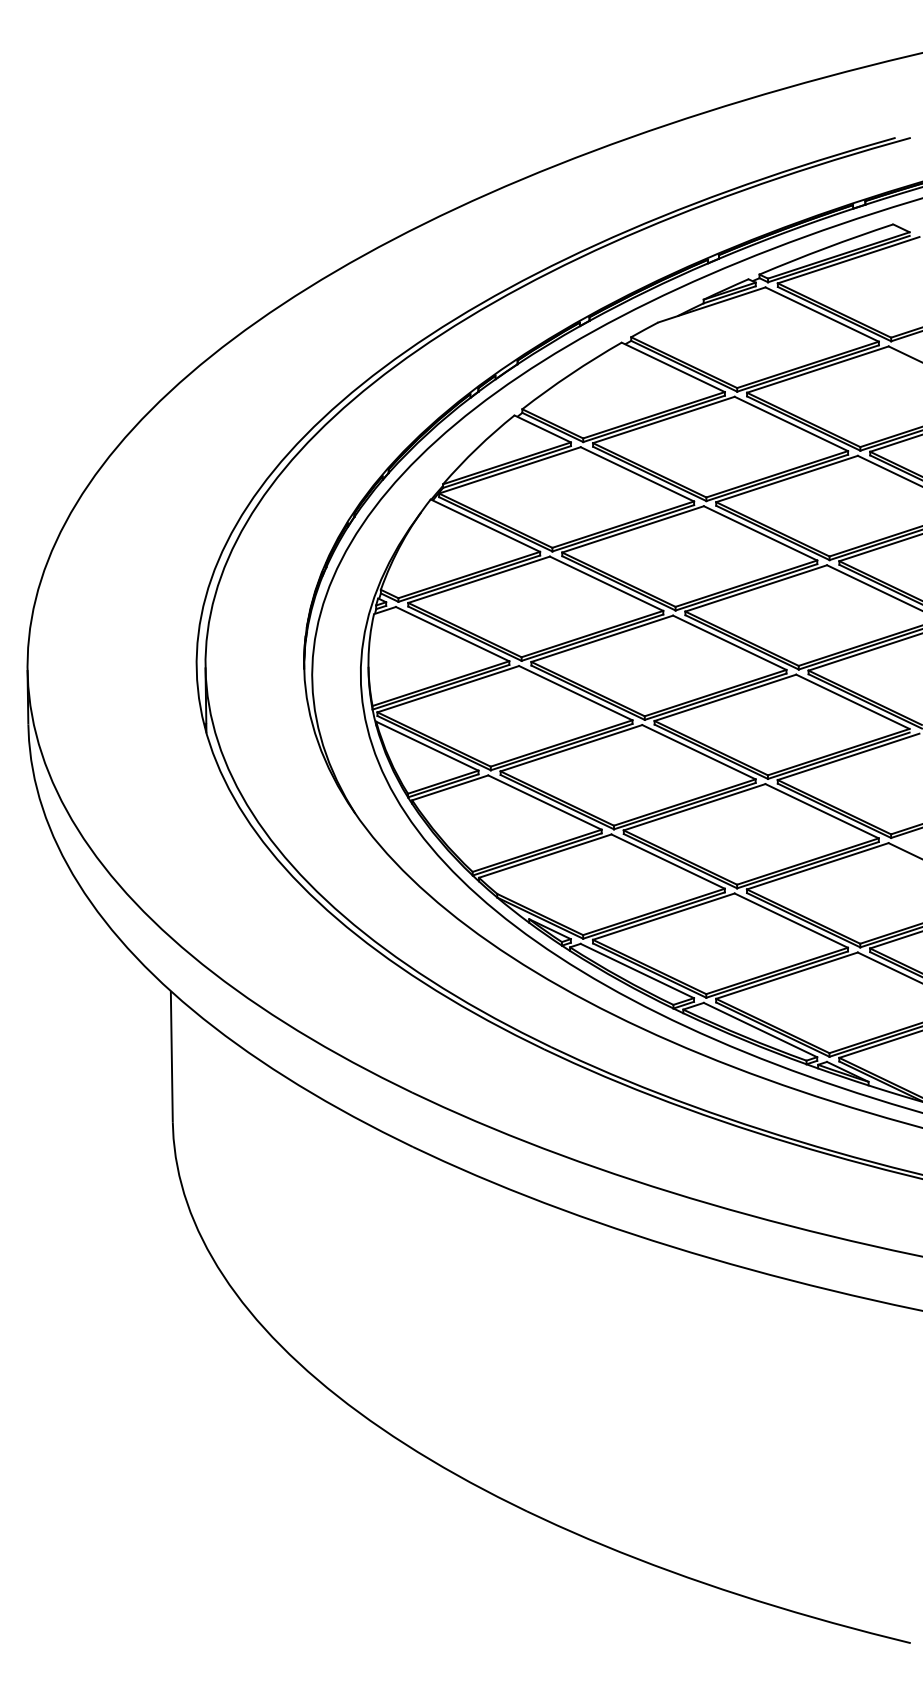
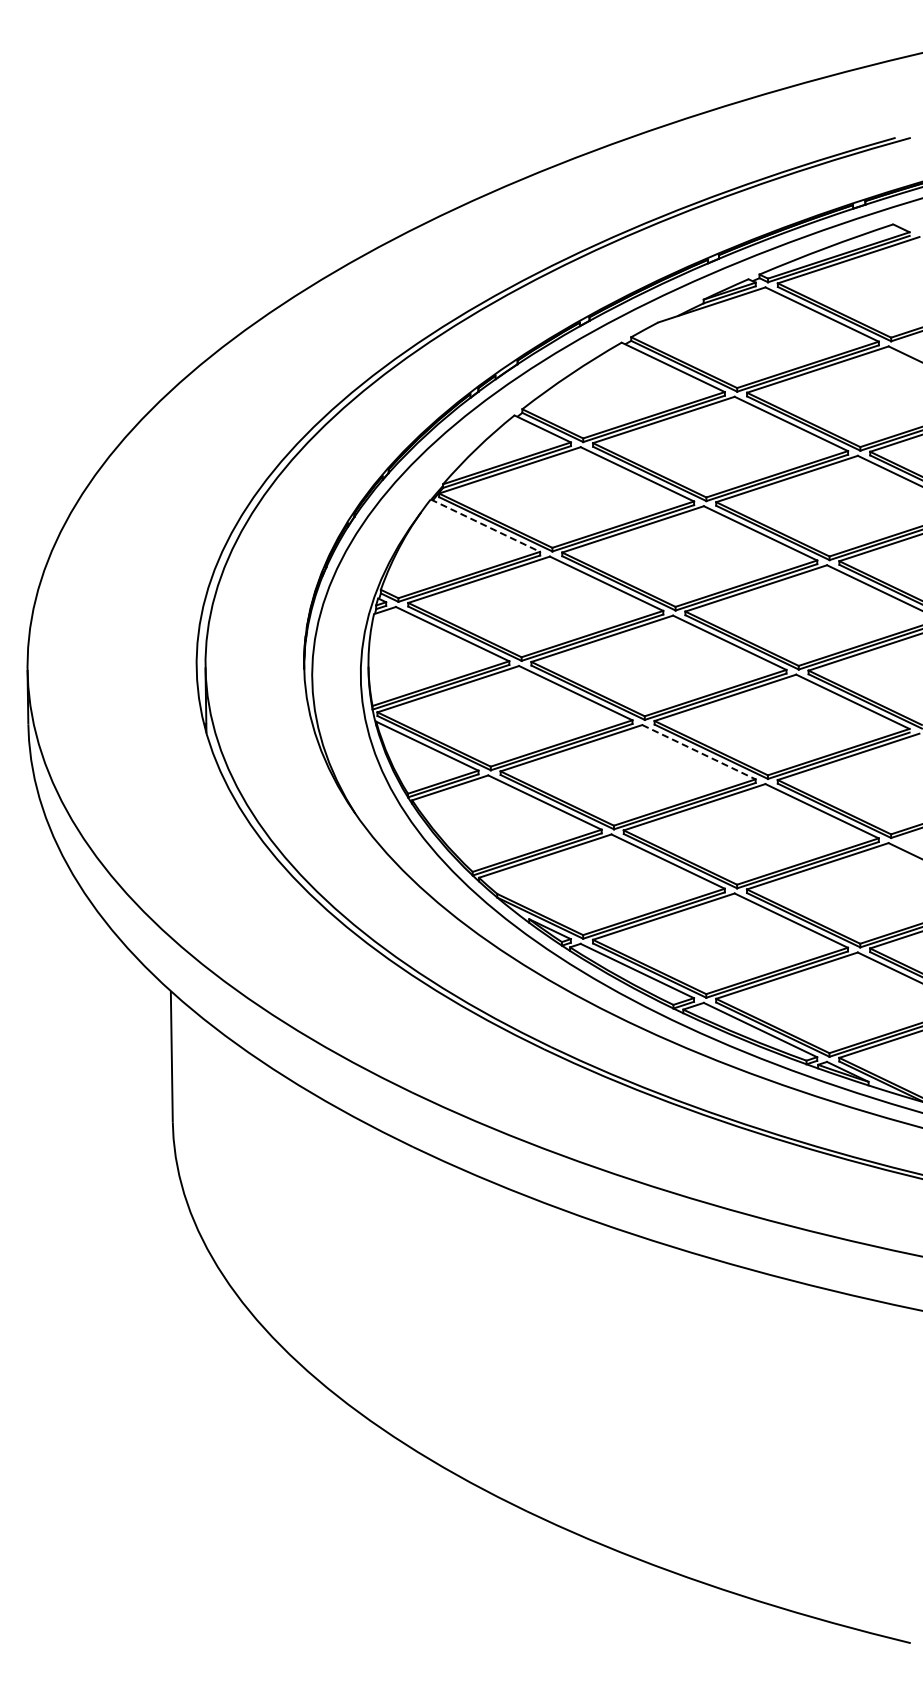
line at (485, 525): solid -> dashed
line at (698, 752): solid -> dashed
